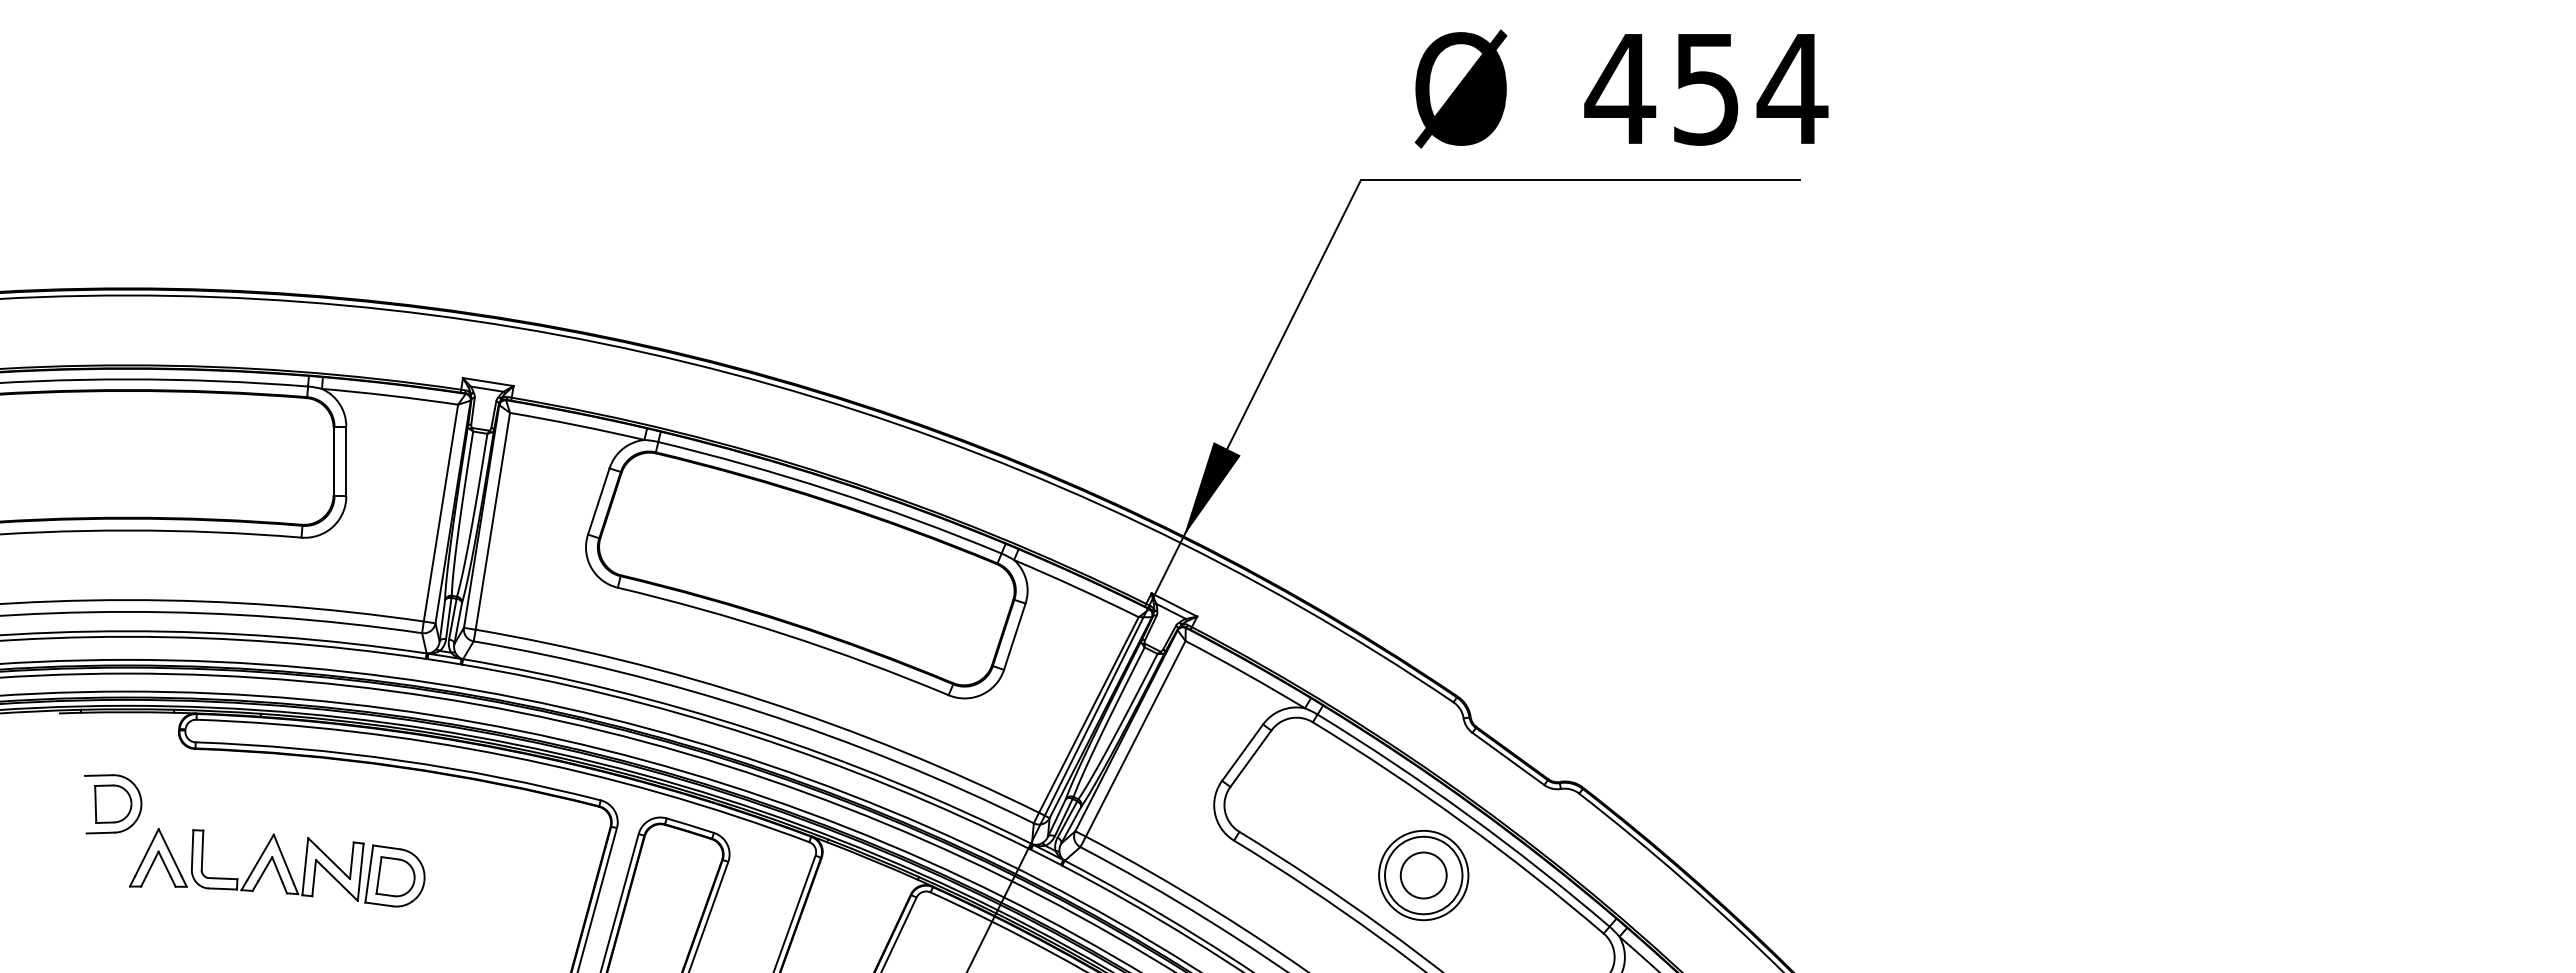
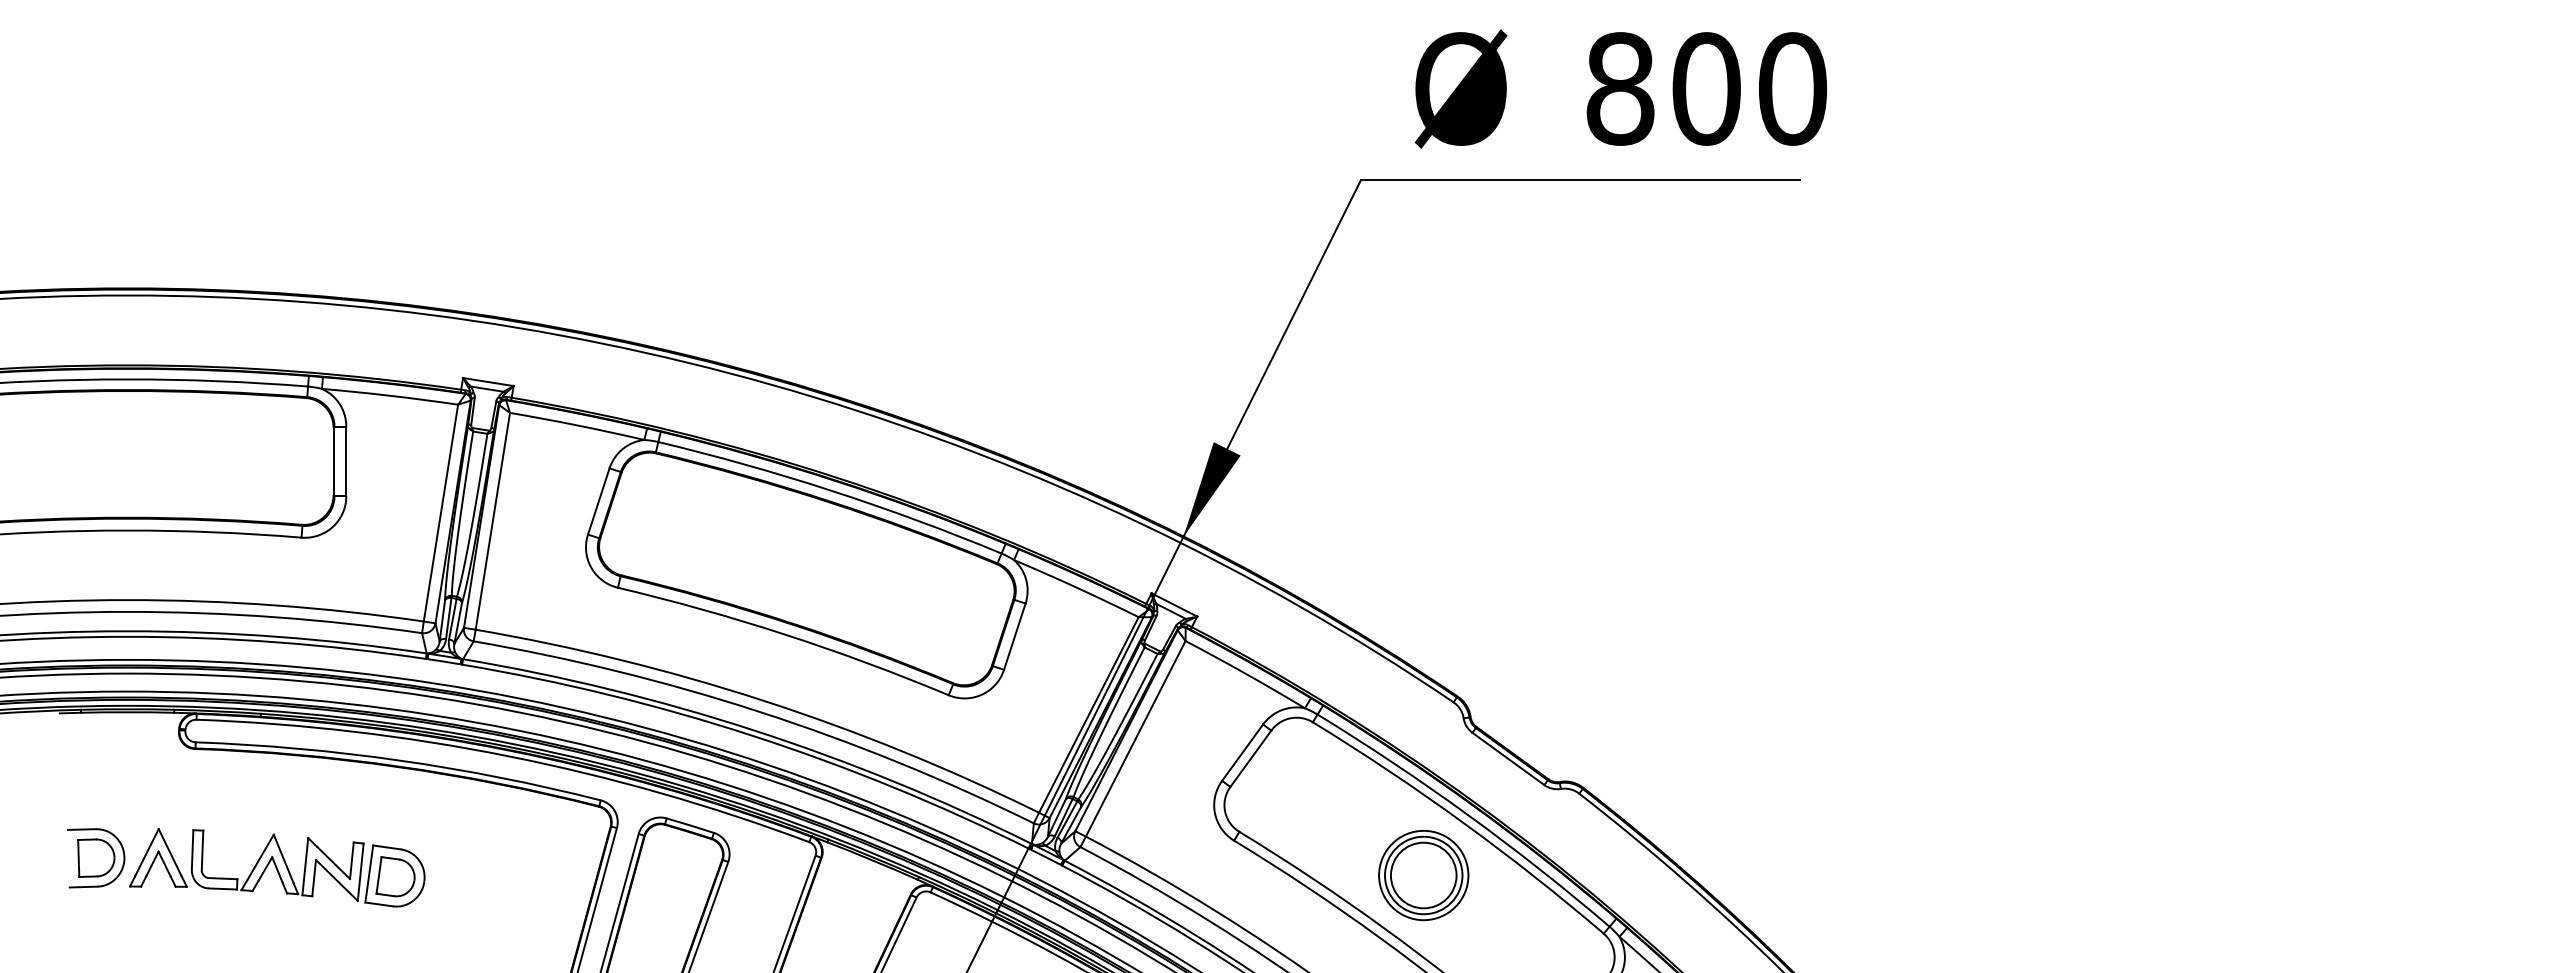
text at (1706, 88): 454 -> 800
part at (113, 804) position: (113, 804) -> (96, 858)
circle at (1423, 875) diameter: 46 px -> 66 px
